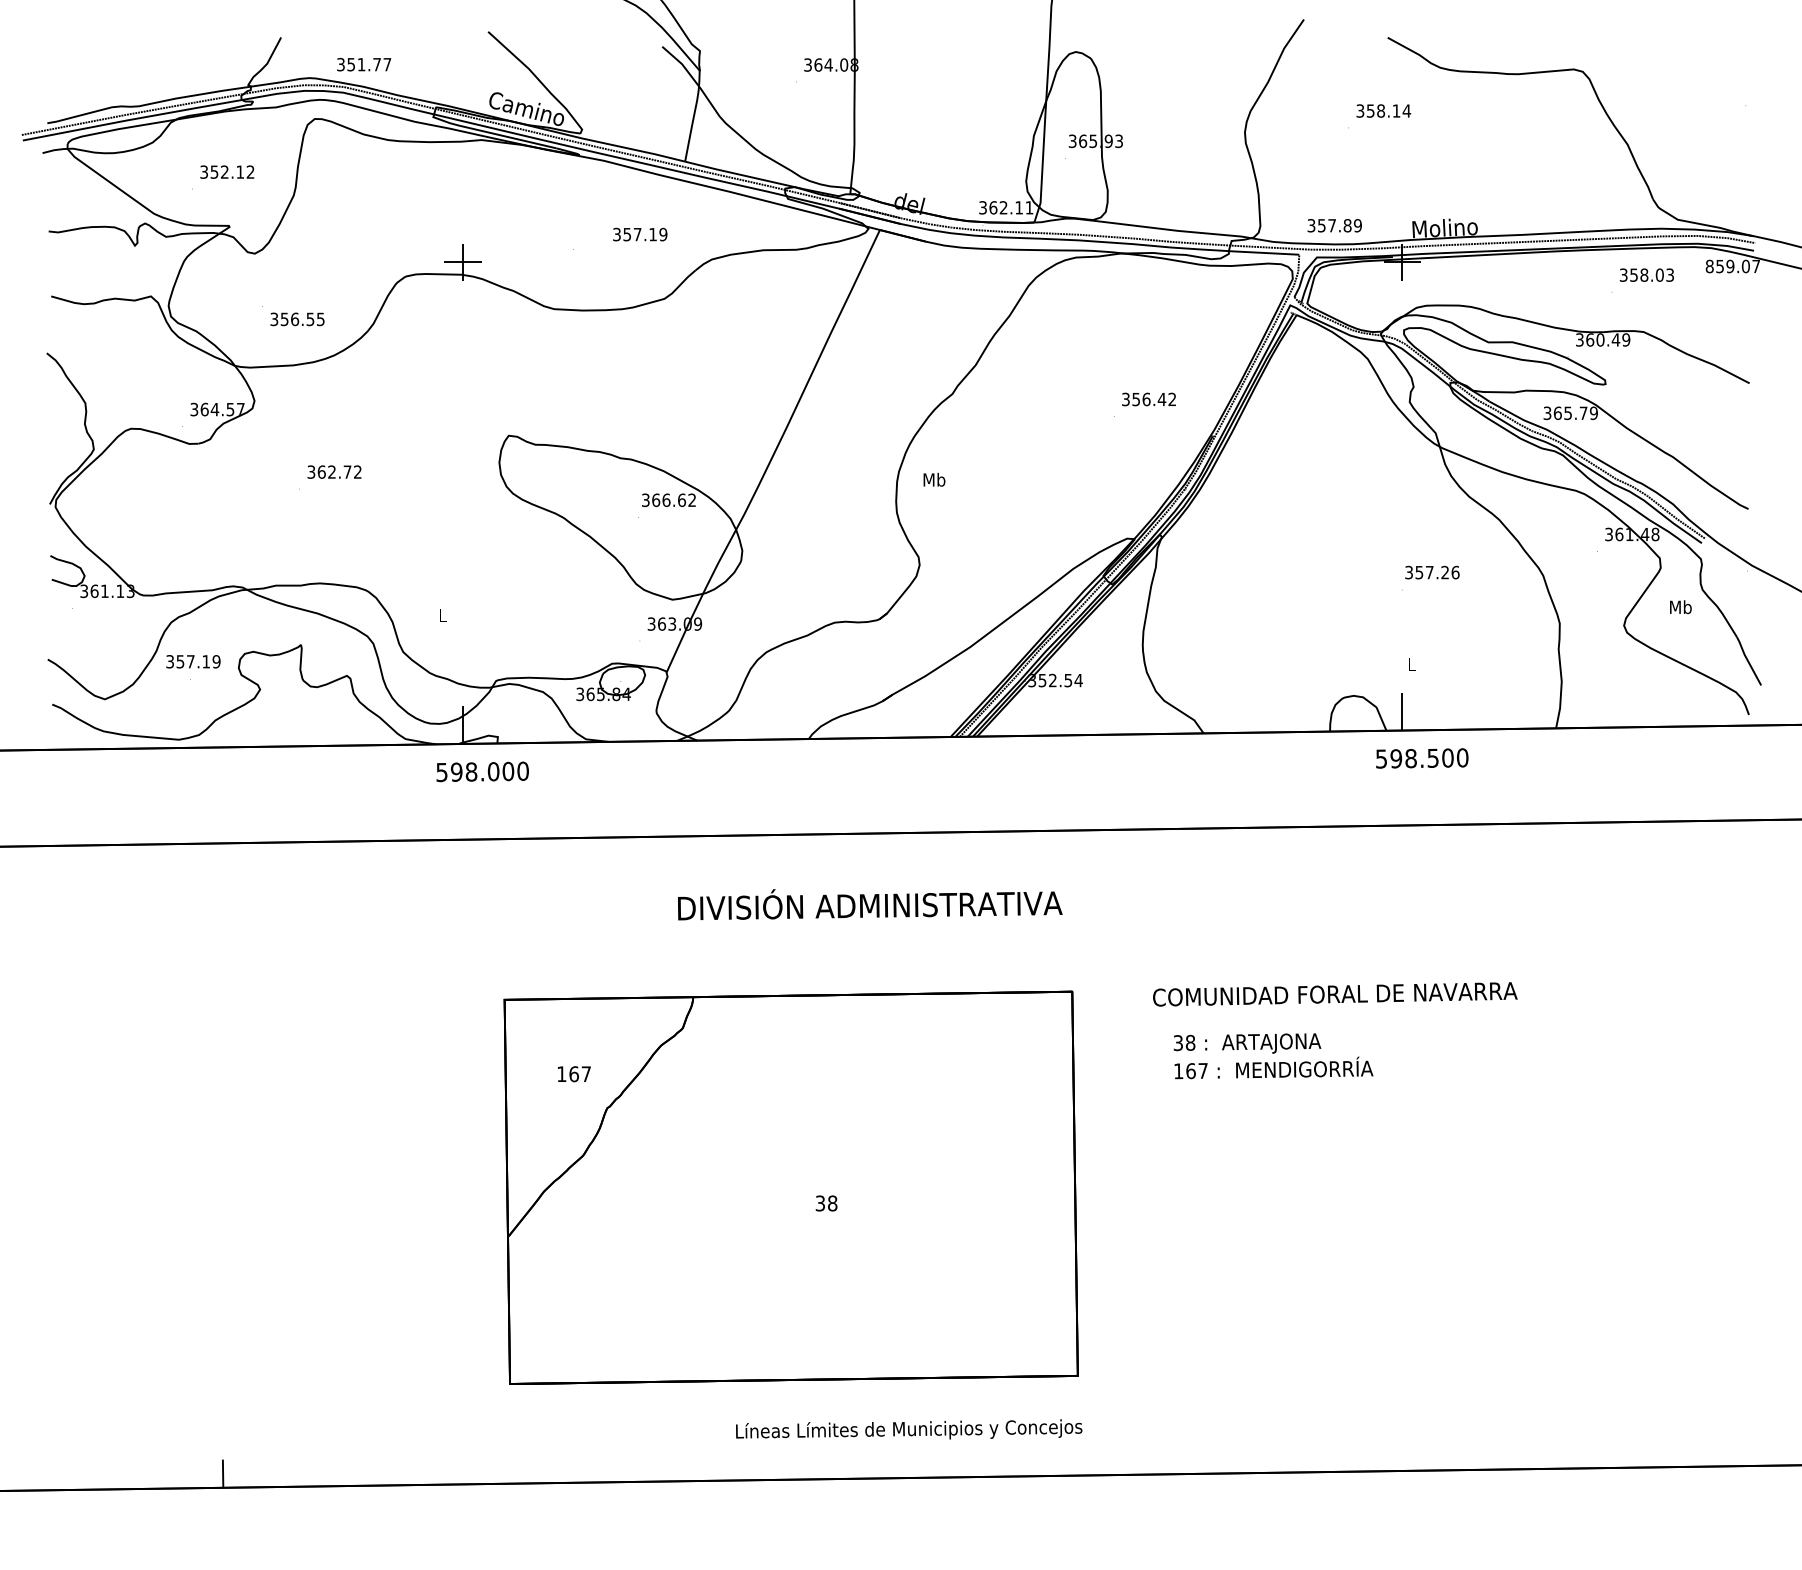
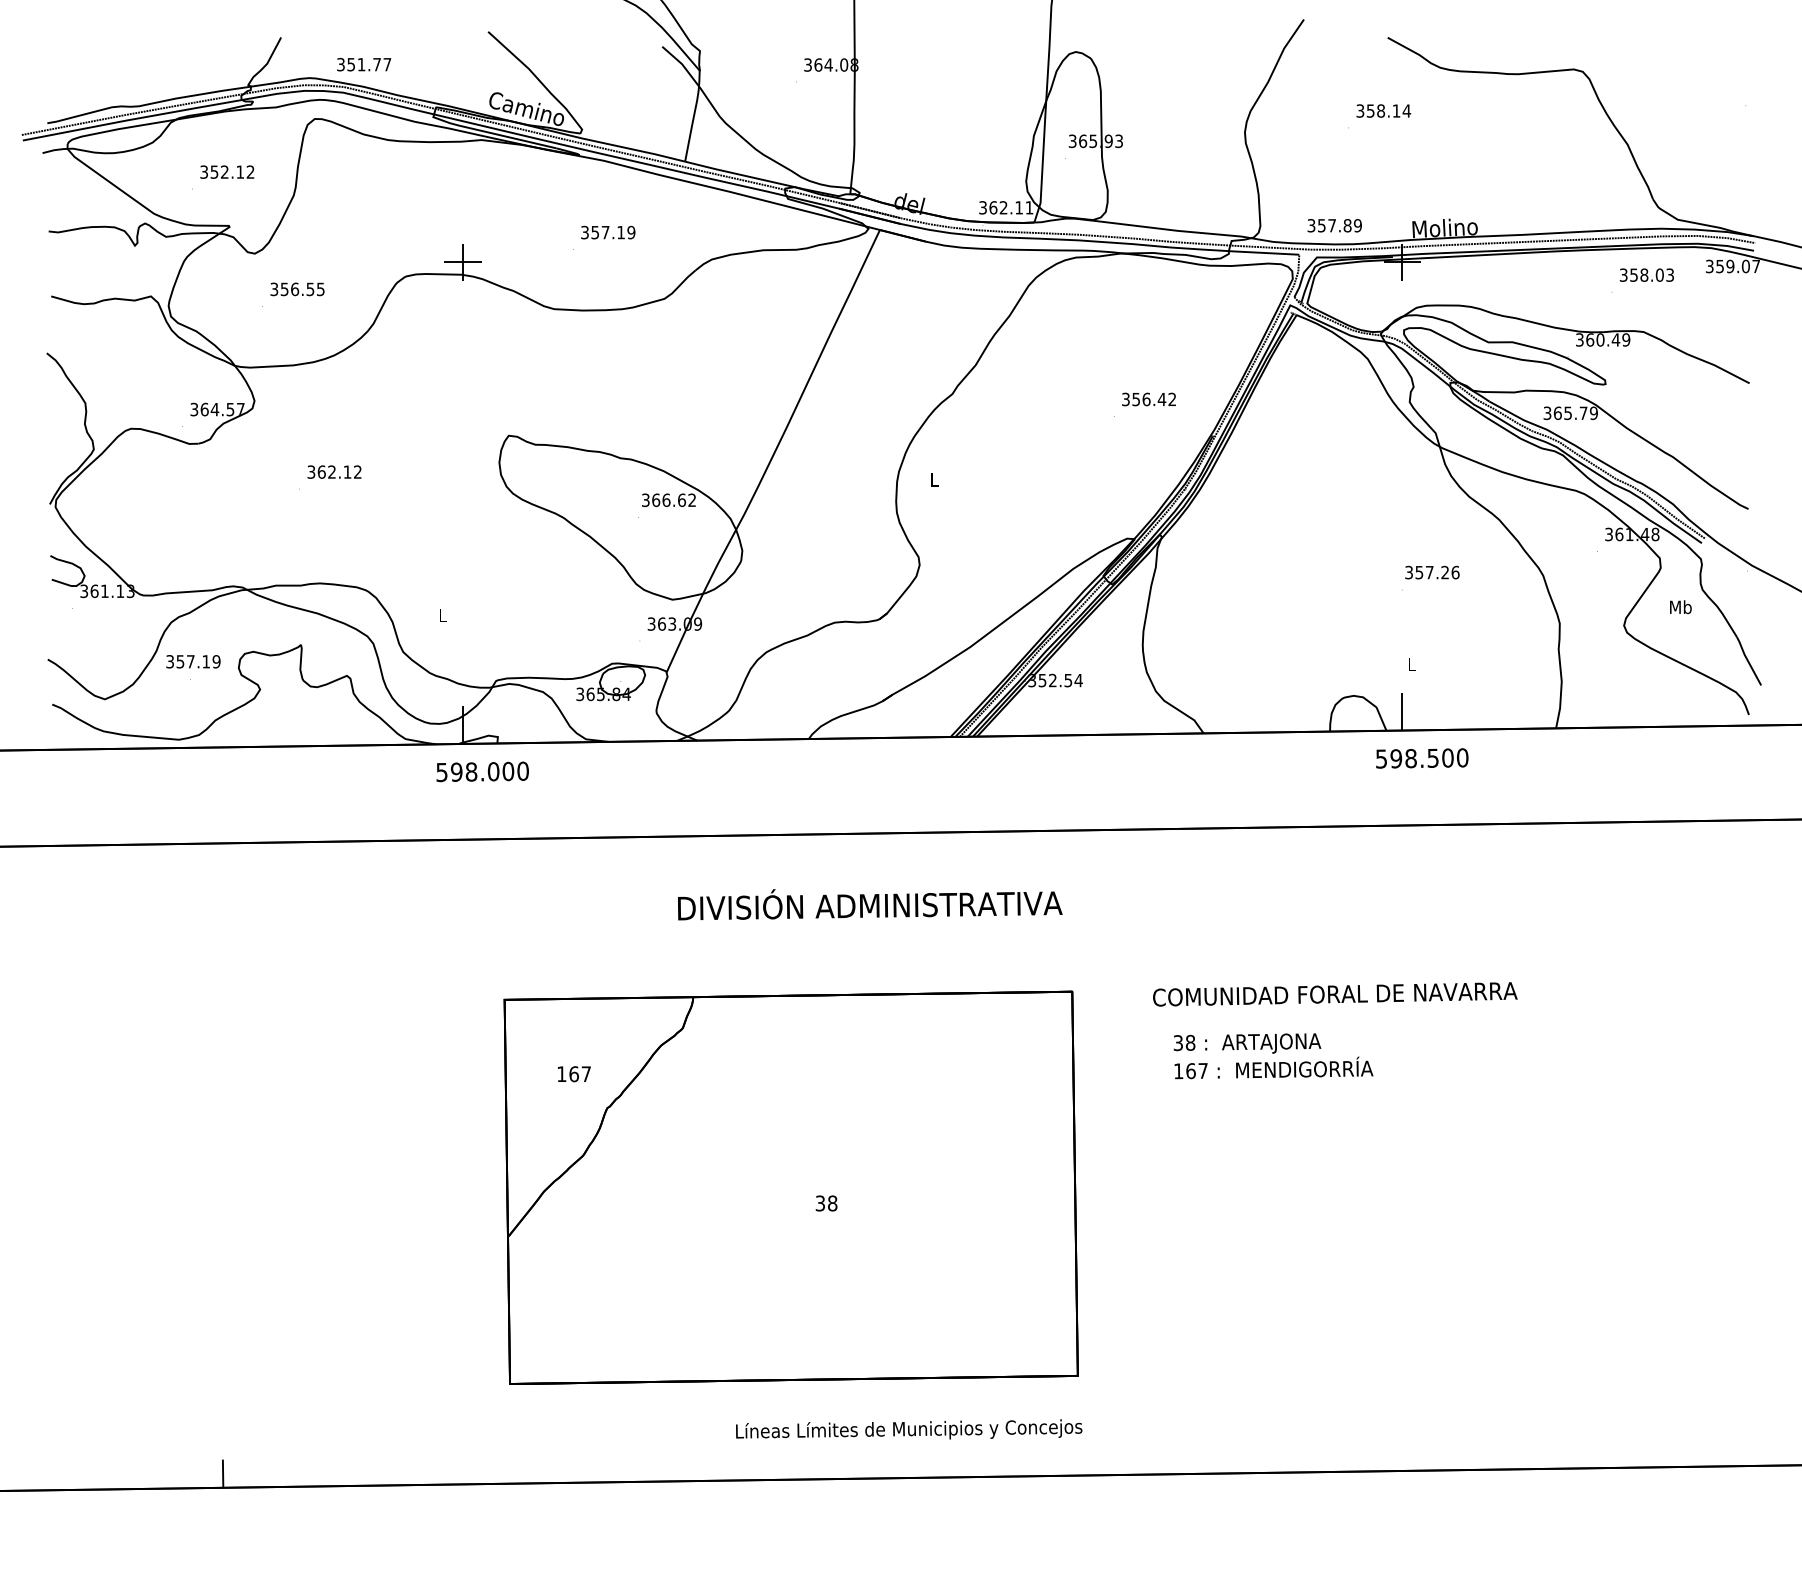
text at (640, 234) position: (640, 234) -> (608, 232)
text at (1709, 266): 859.07 -> 359.07
text at (297, 319) position: (297, 319) -> (297, 289)
text at (347, 471): 362.72 -> 362.12
text at (934, 479): Mb -> L
